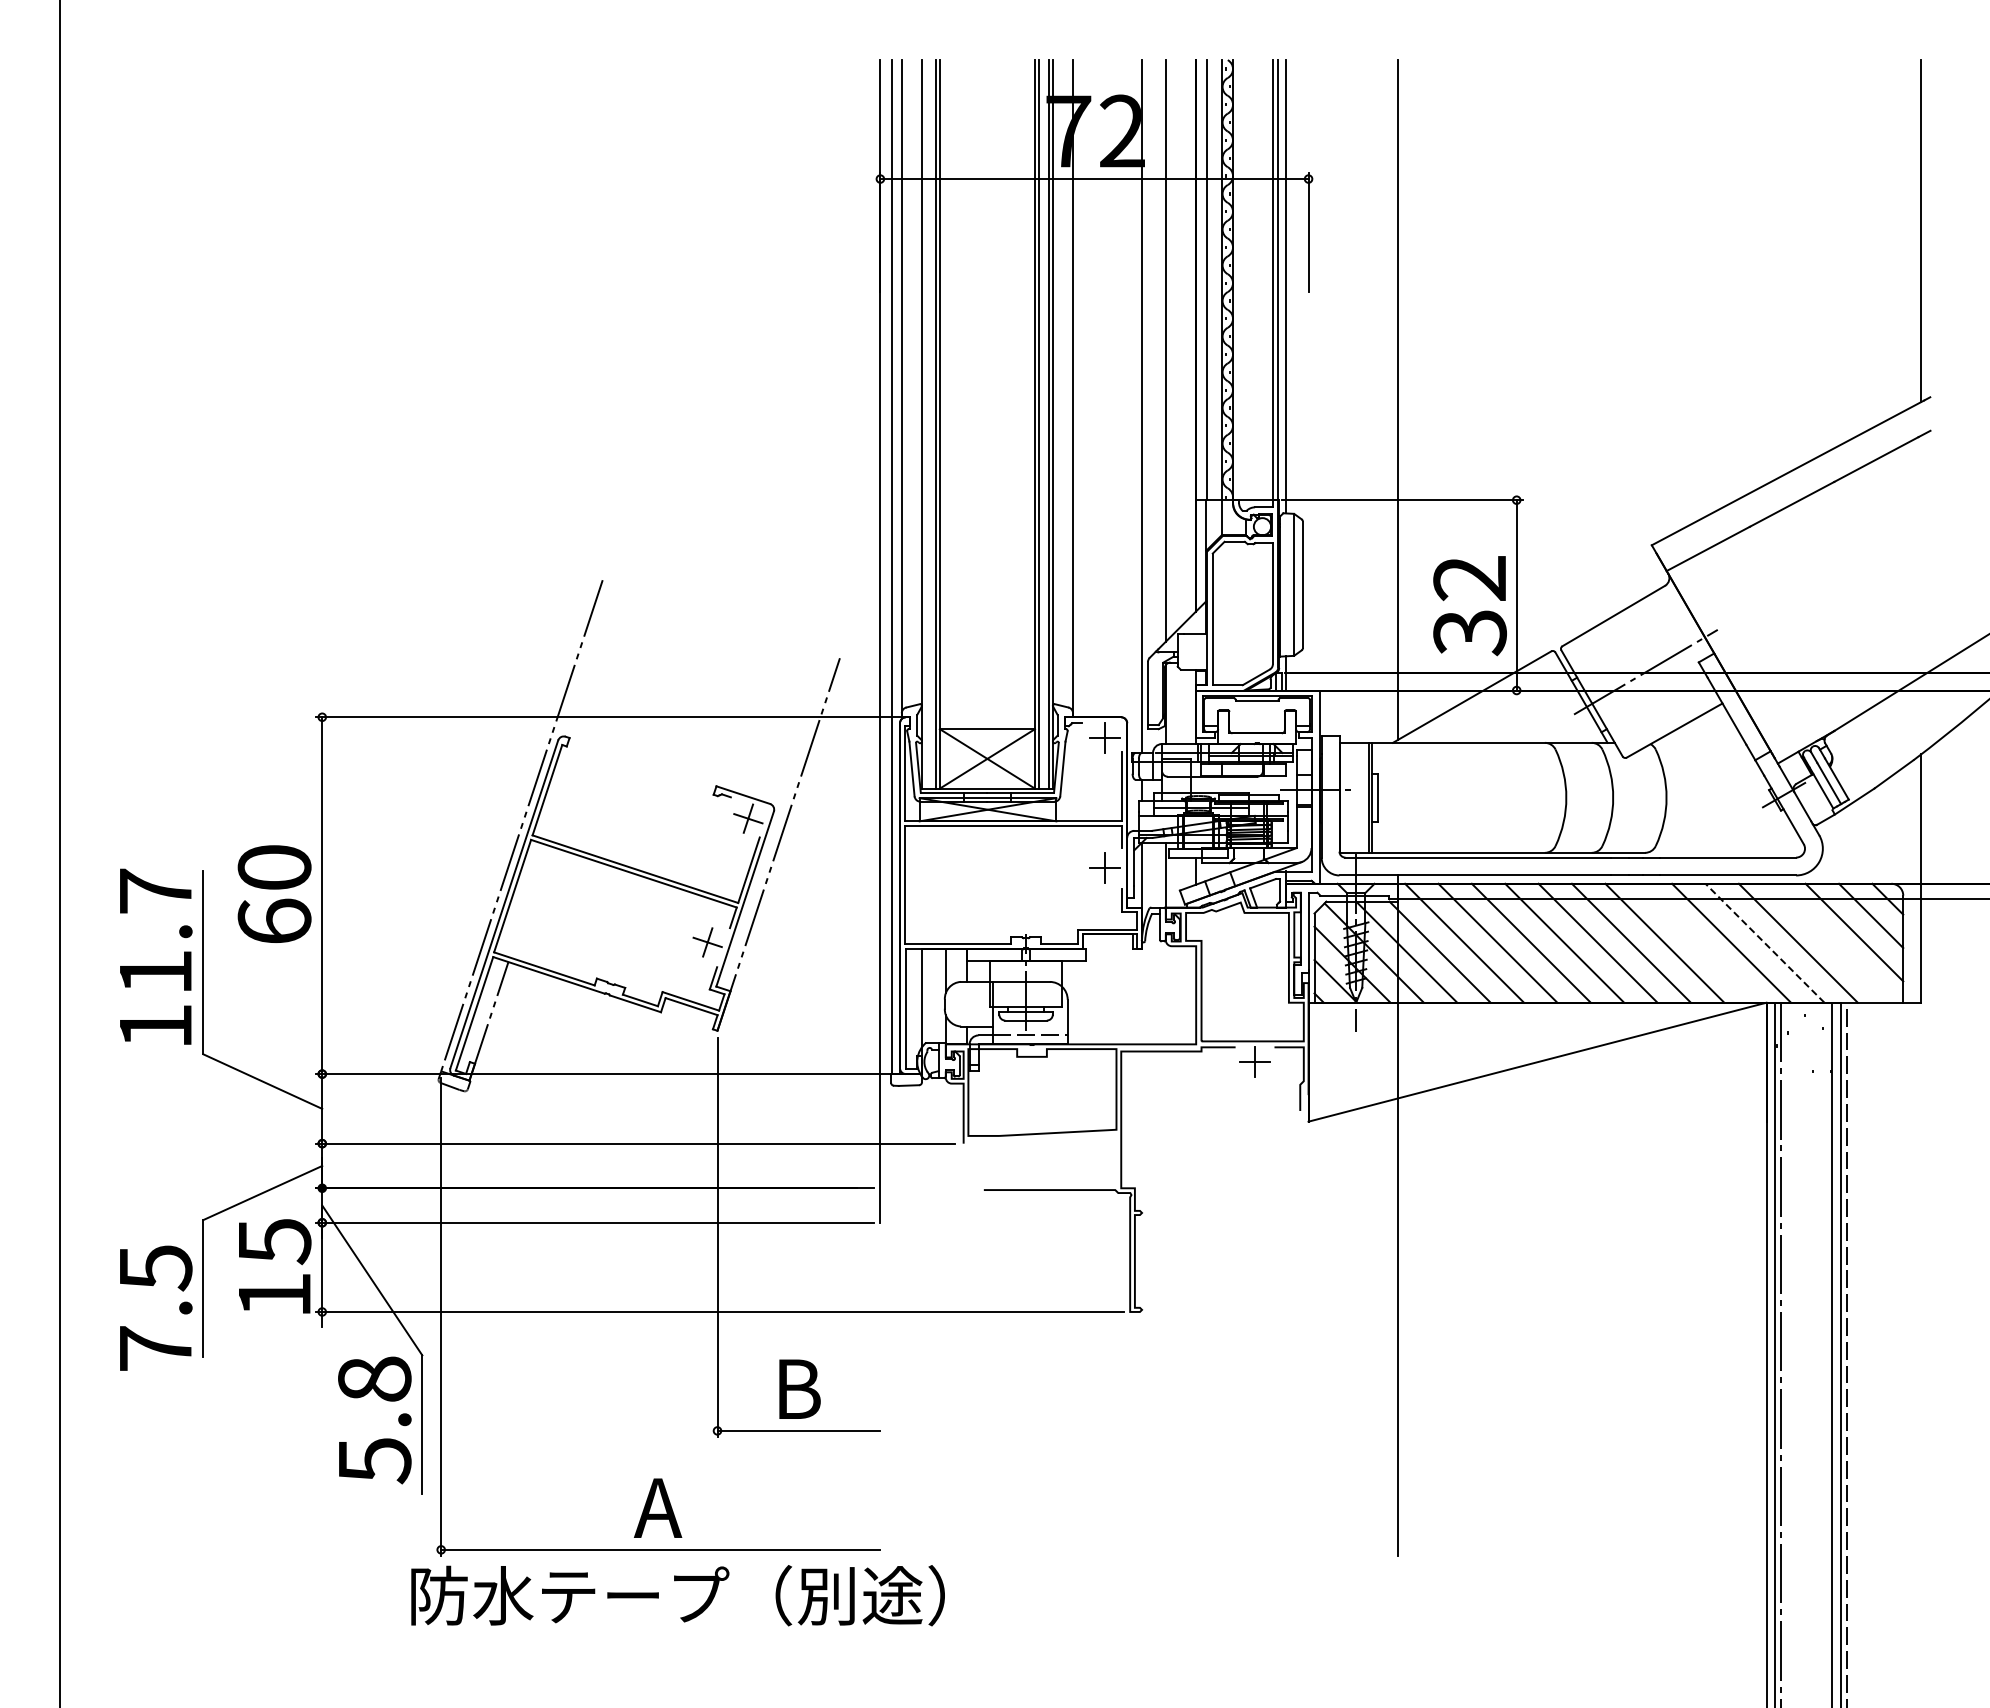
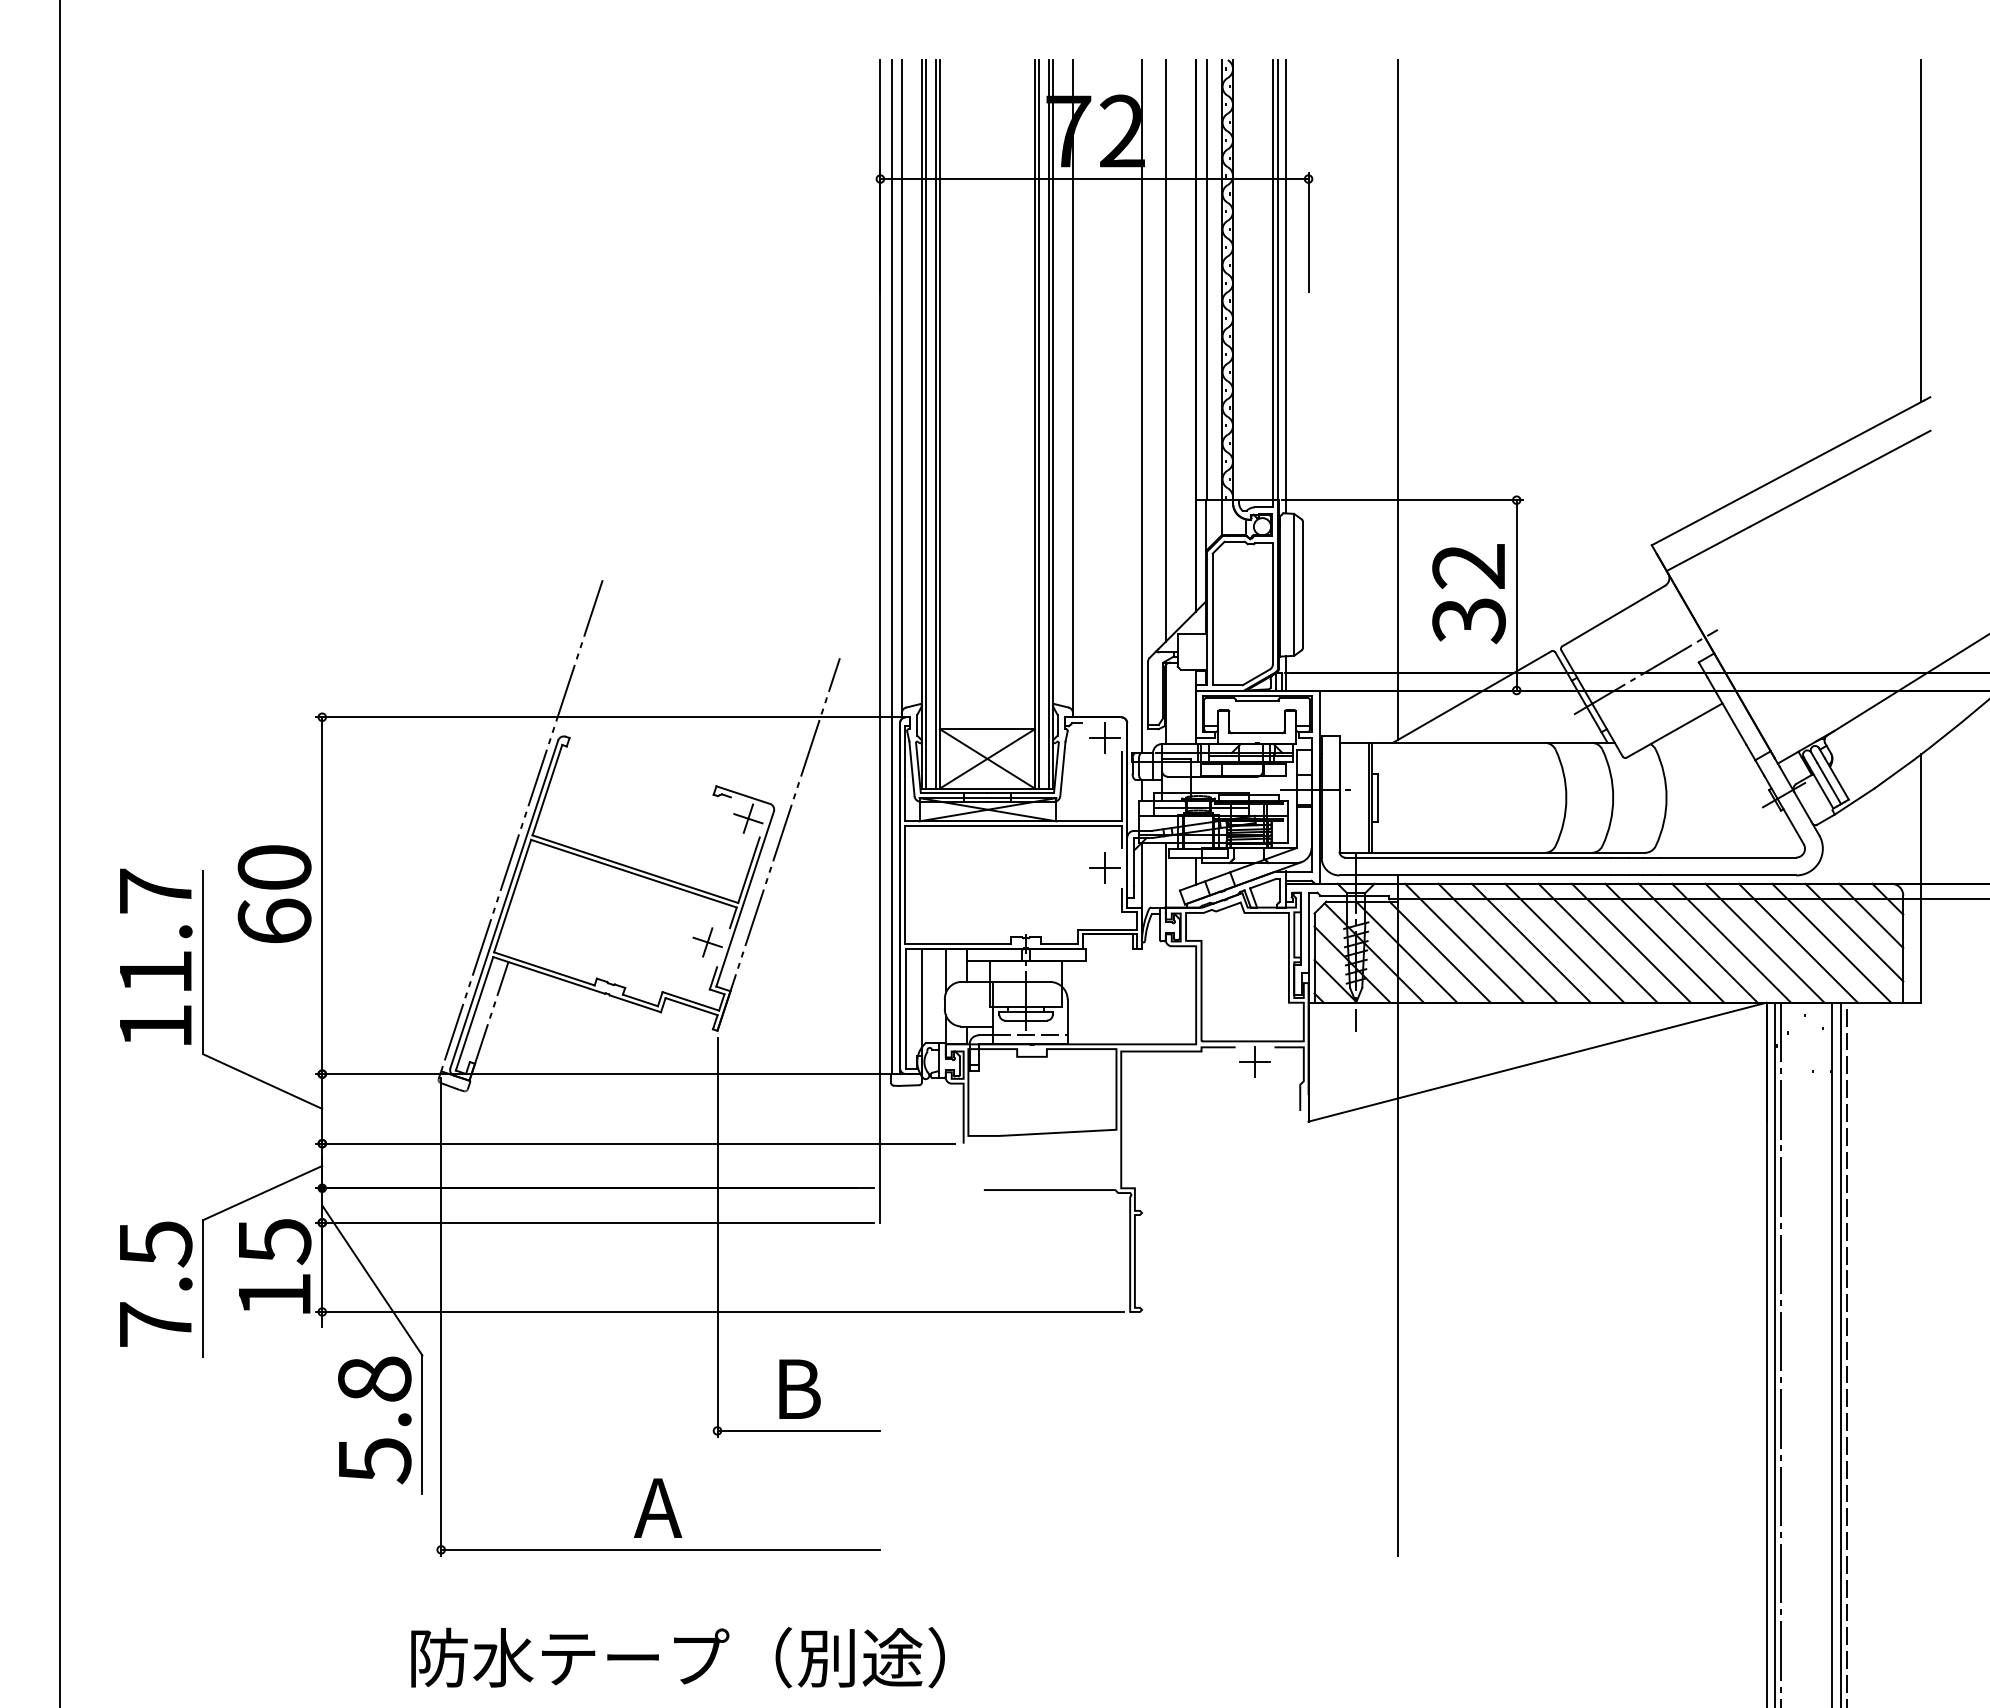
line at (926, 424): none -> present
text at (1469, 606) position: (1469, 606) -> (1468, 594)
line at (1697, 942): none -> present
line at (1764, 942): dashed -> solid
line at (1831, 942): none -> present
text at (156, 1307) position: (156, 1307) -> (156, 1283)
text at (677, 1595) position: (677, 1595) -> (677, 1657)
